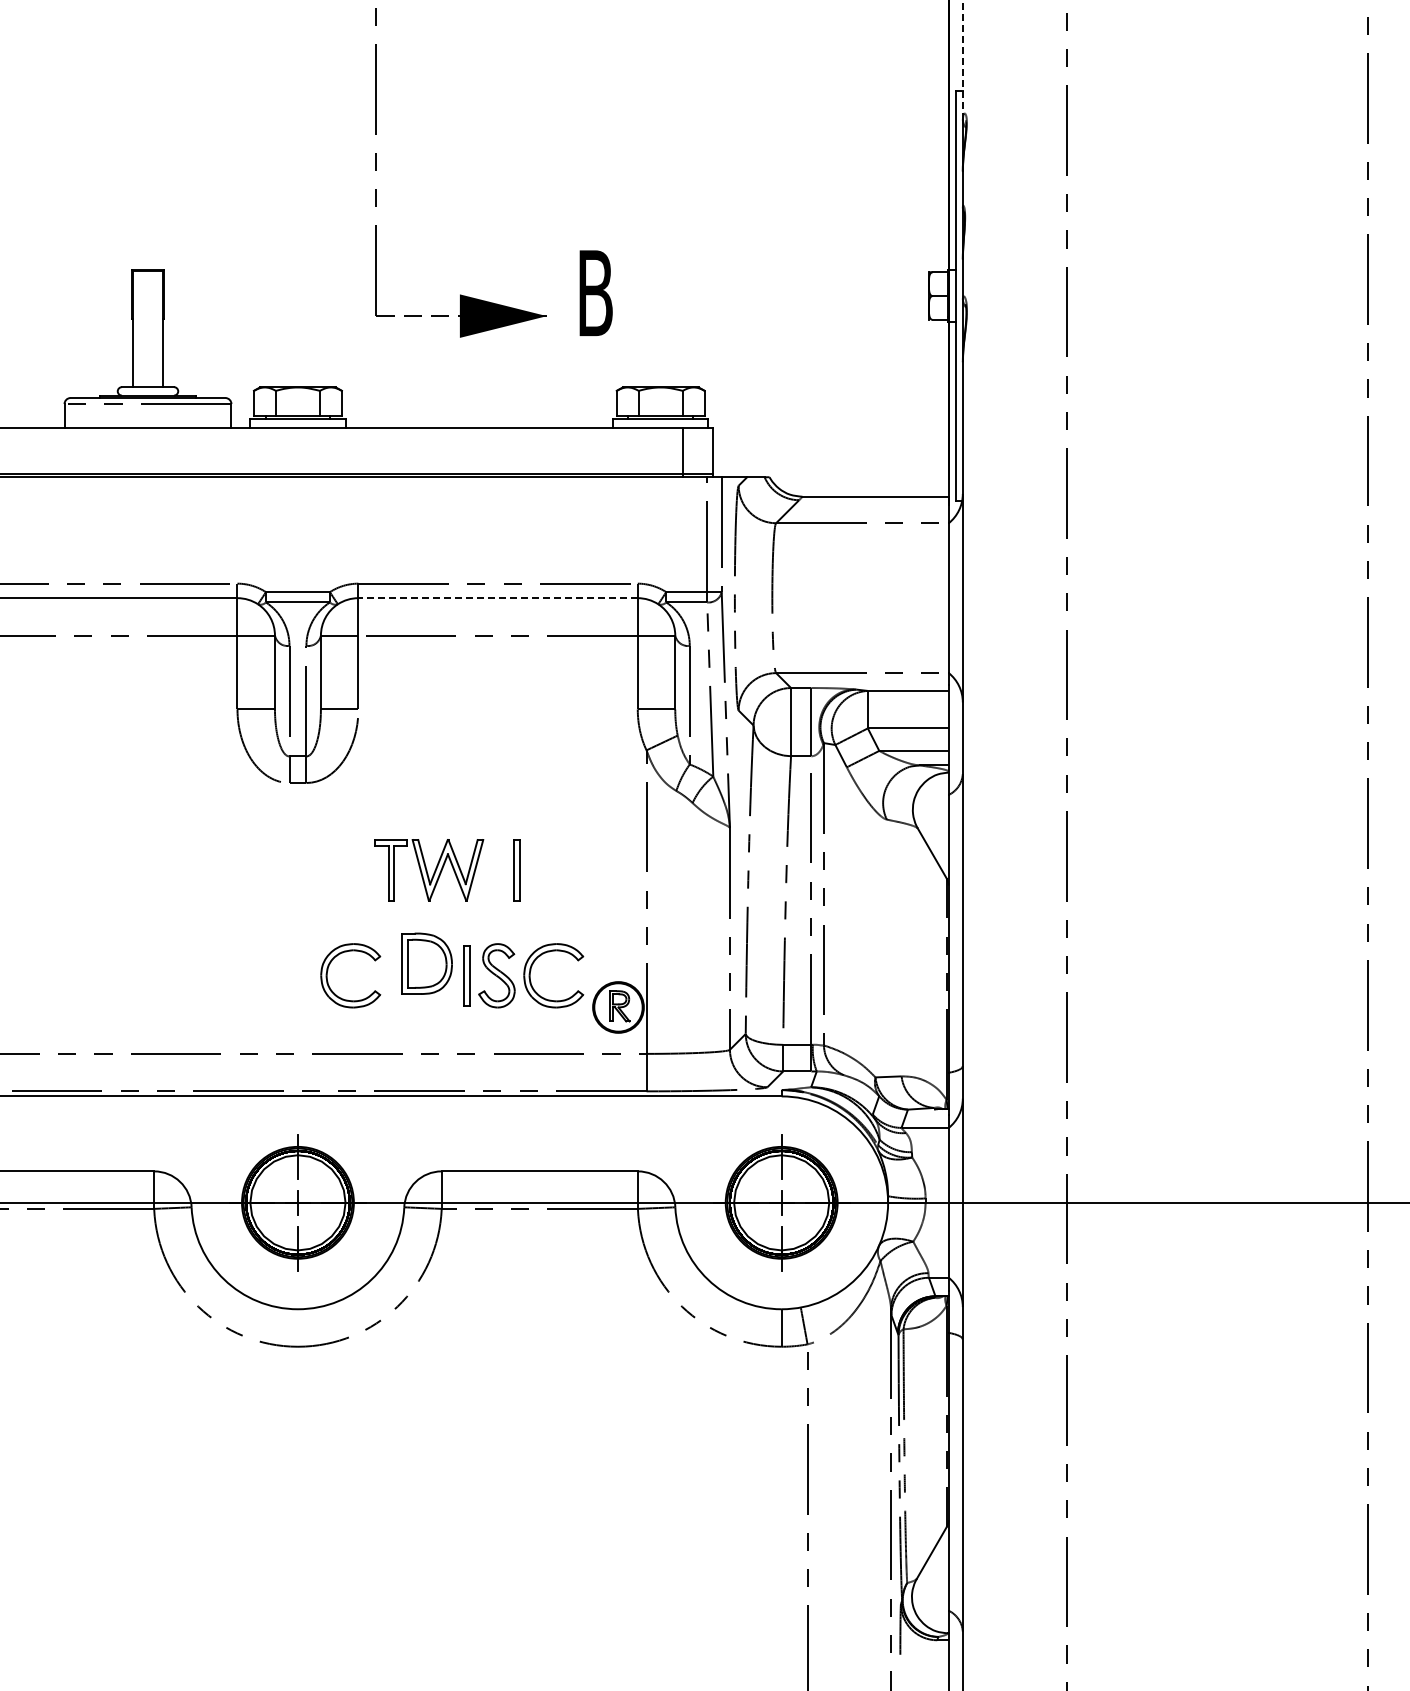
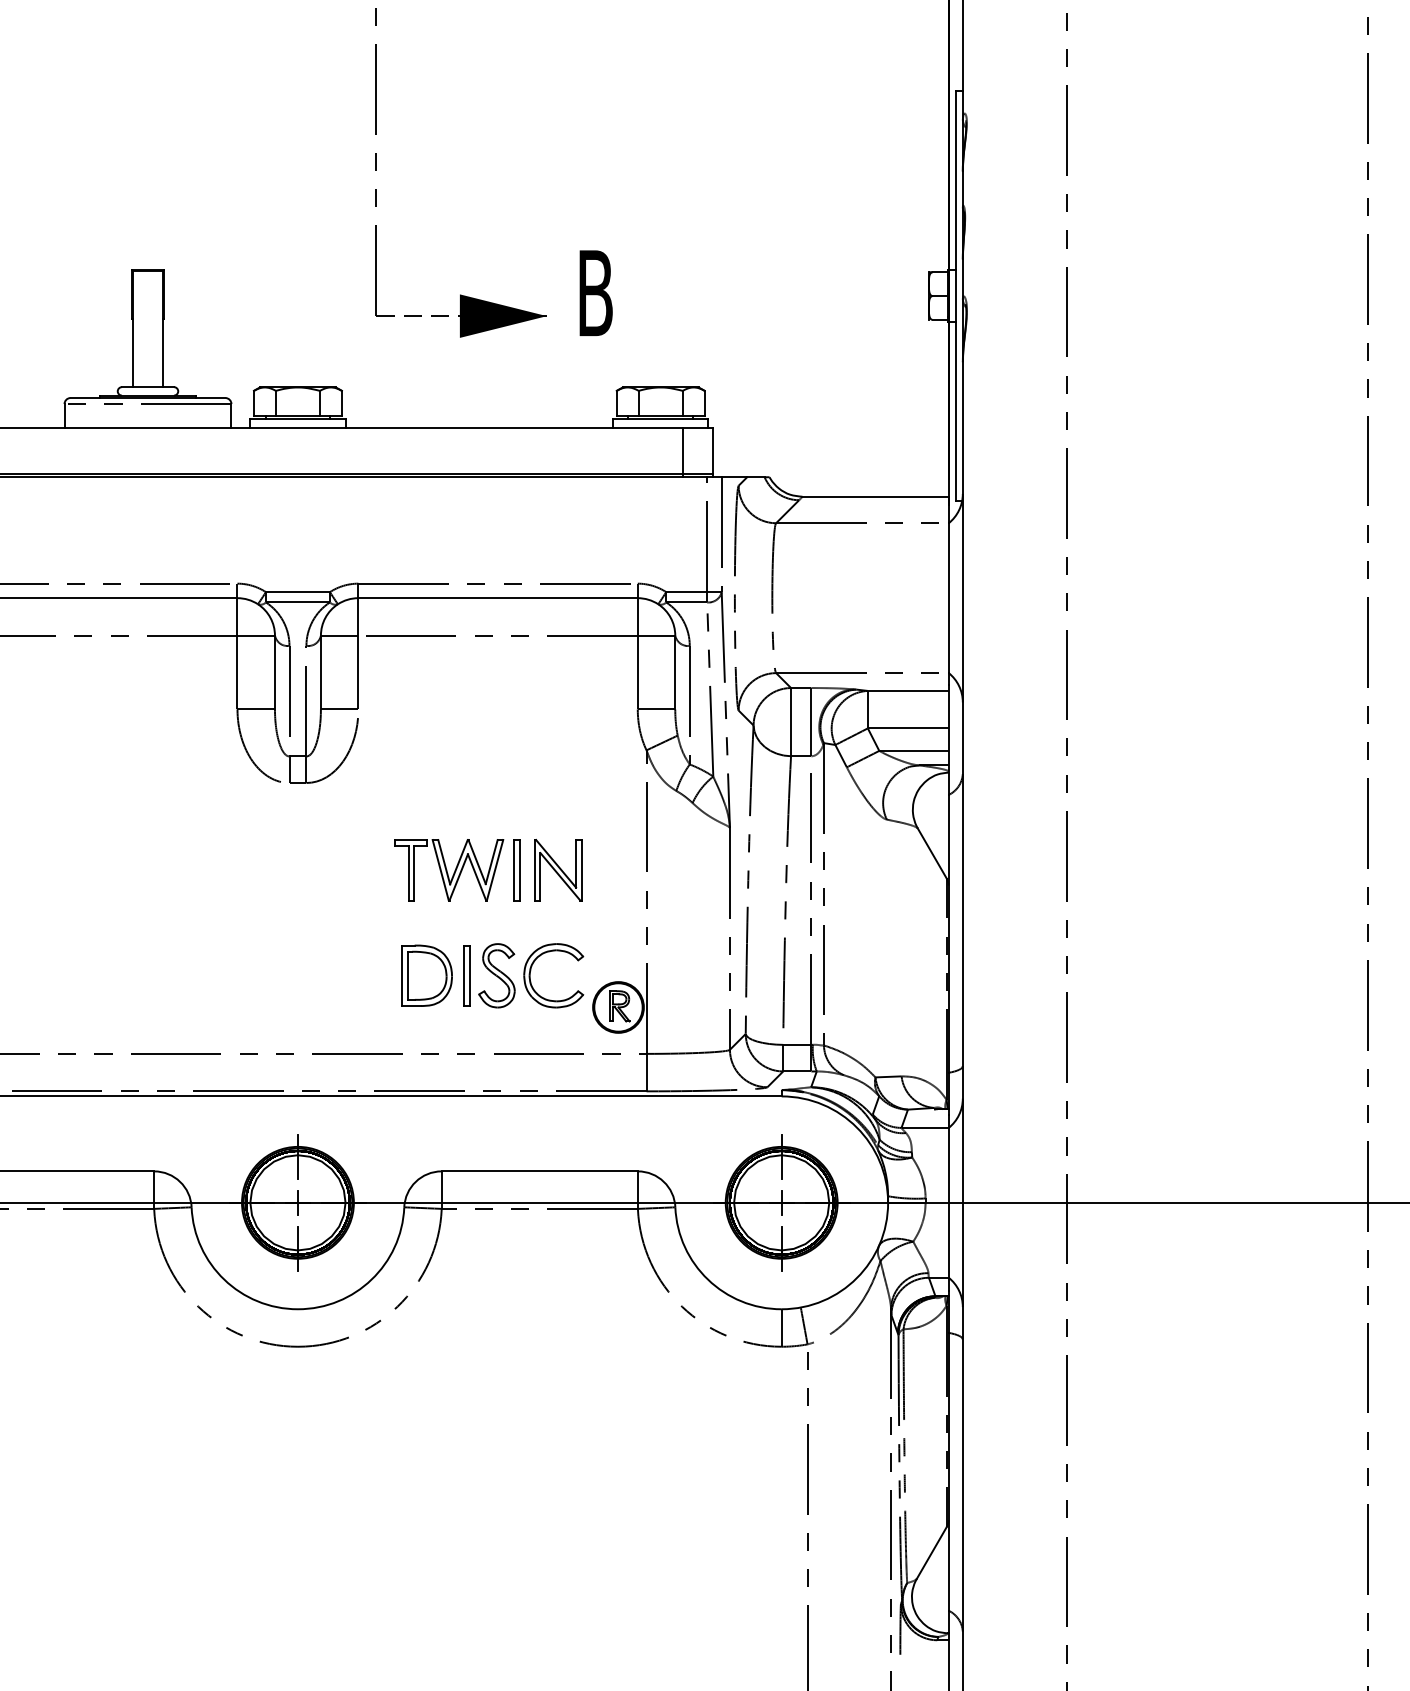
line at (962, 59): dashed -> solid
line at (498, 598): dashed -> solid
part at (429, 870) position: (429, 870) -> (449, 870)
part at (558, 870): none -> present
part at (426, 963) position: (426, 963) -> (426, 975)
part at (328, 970): present -> none
